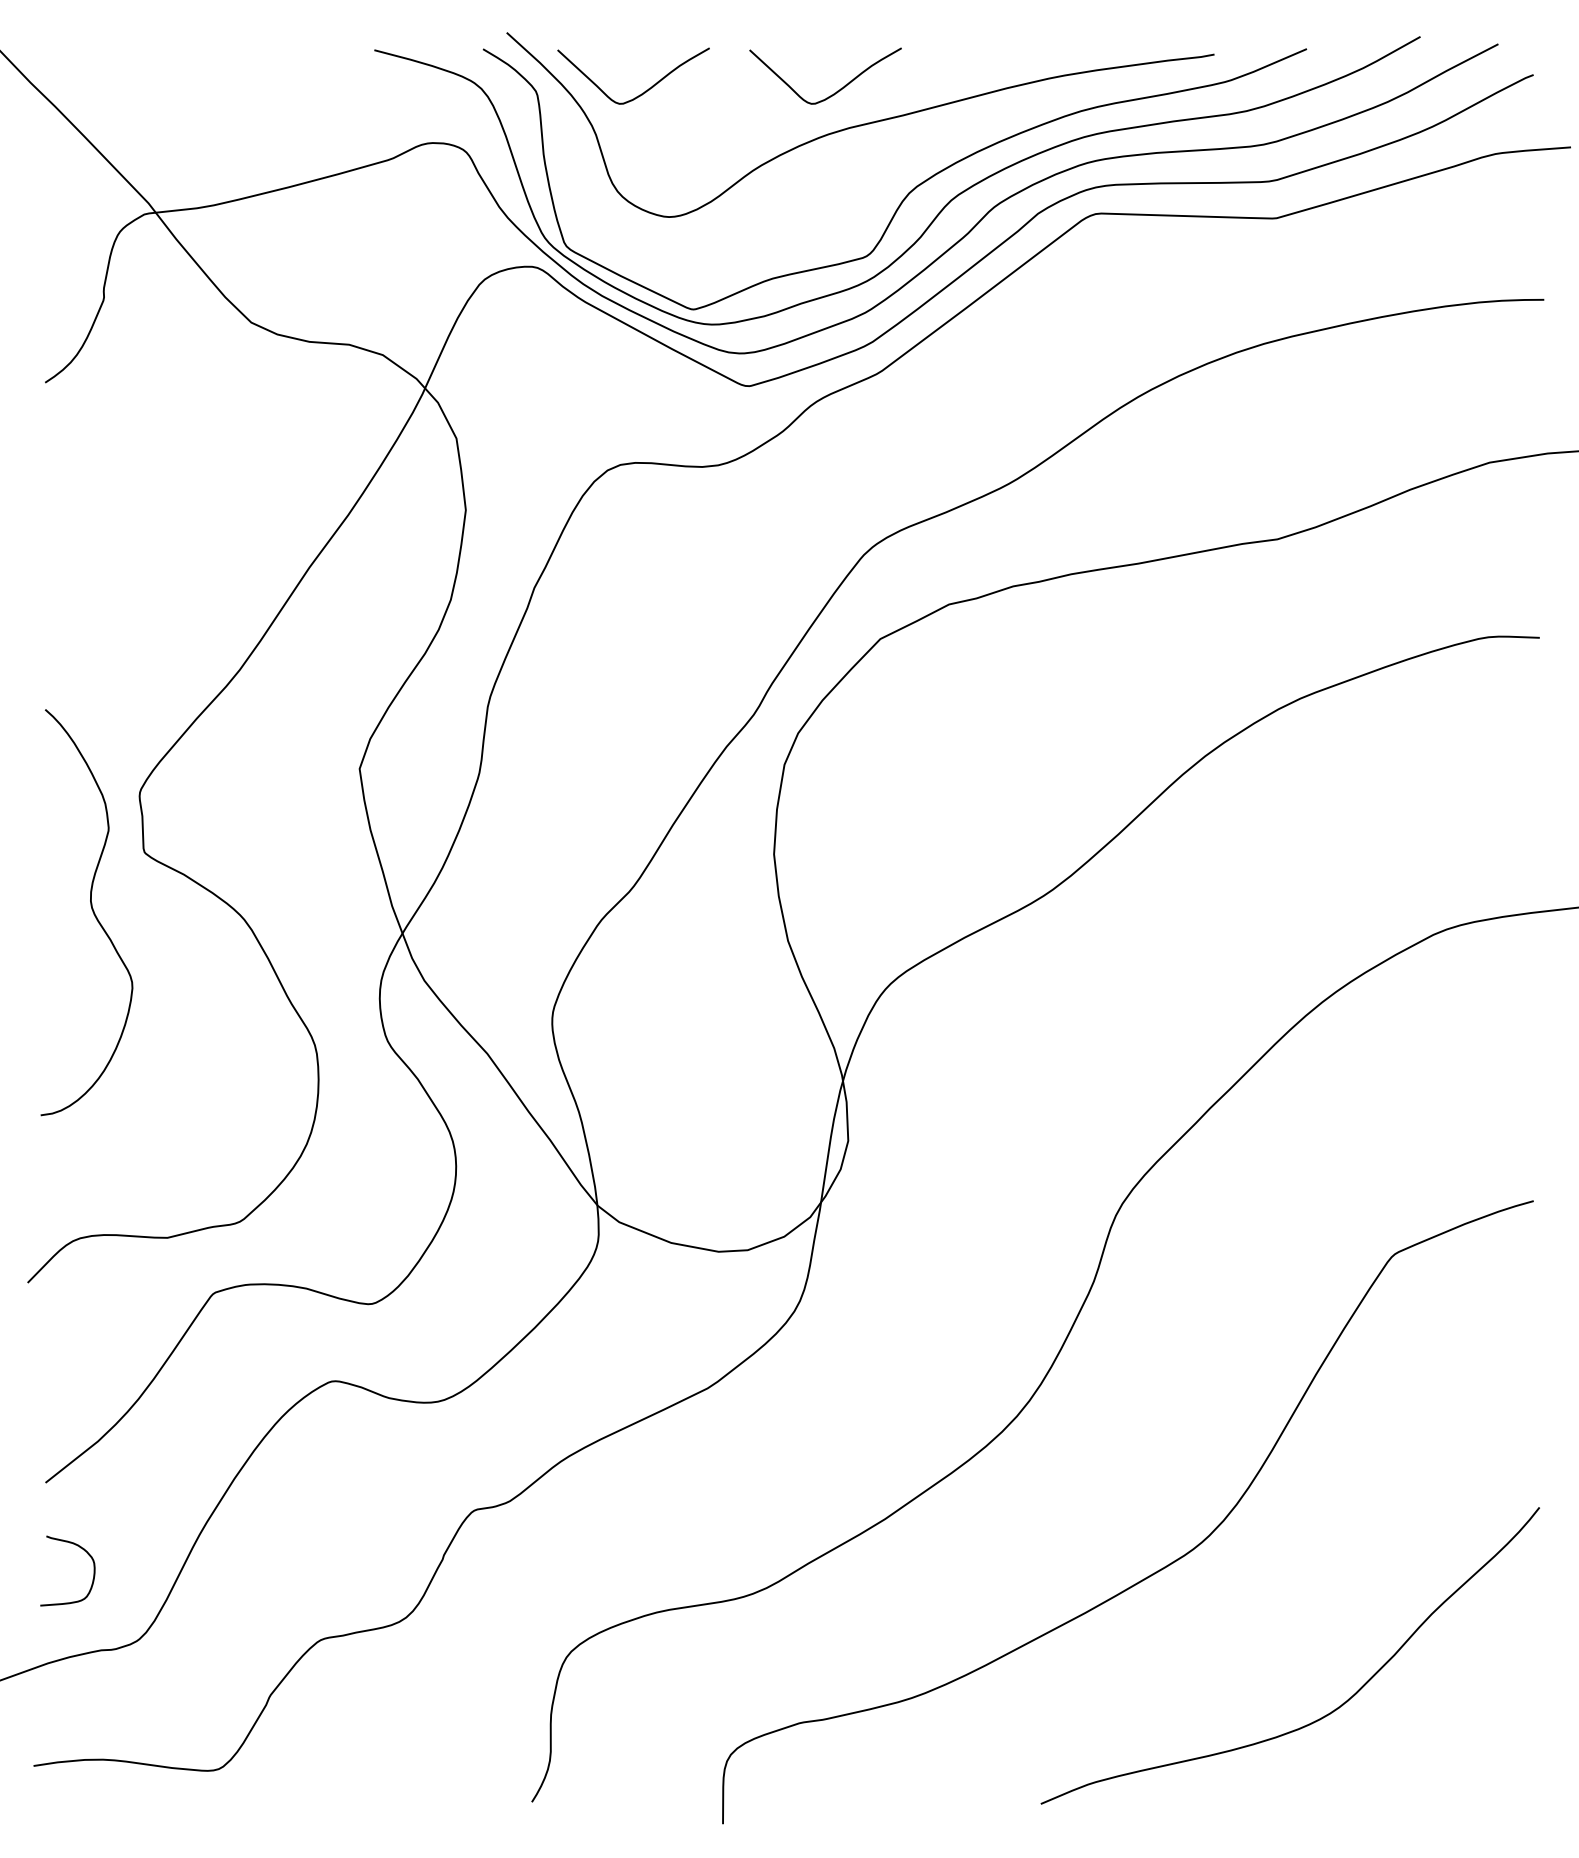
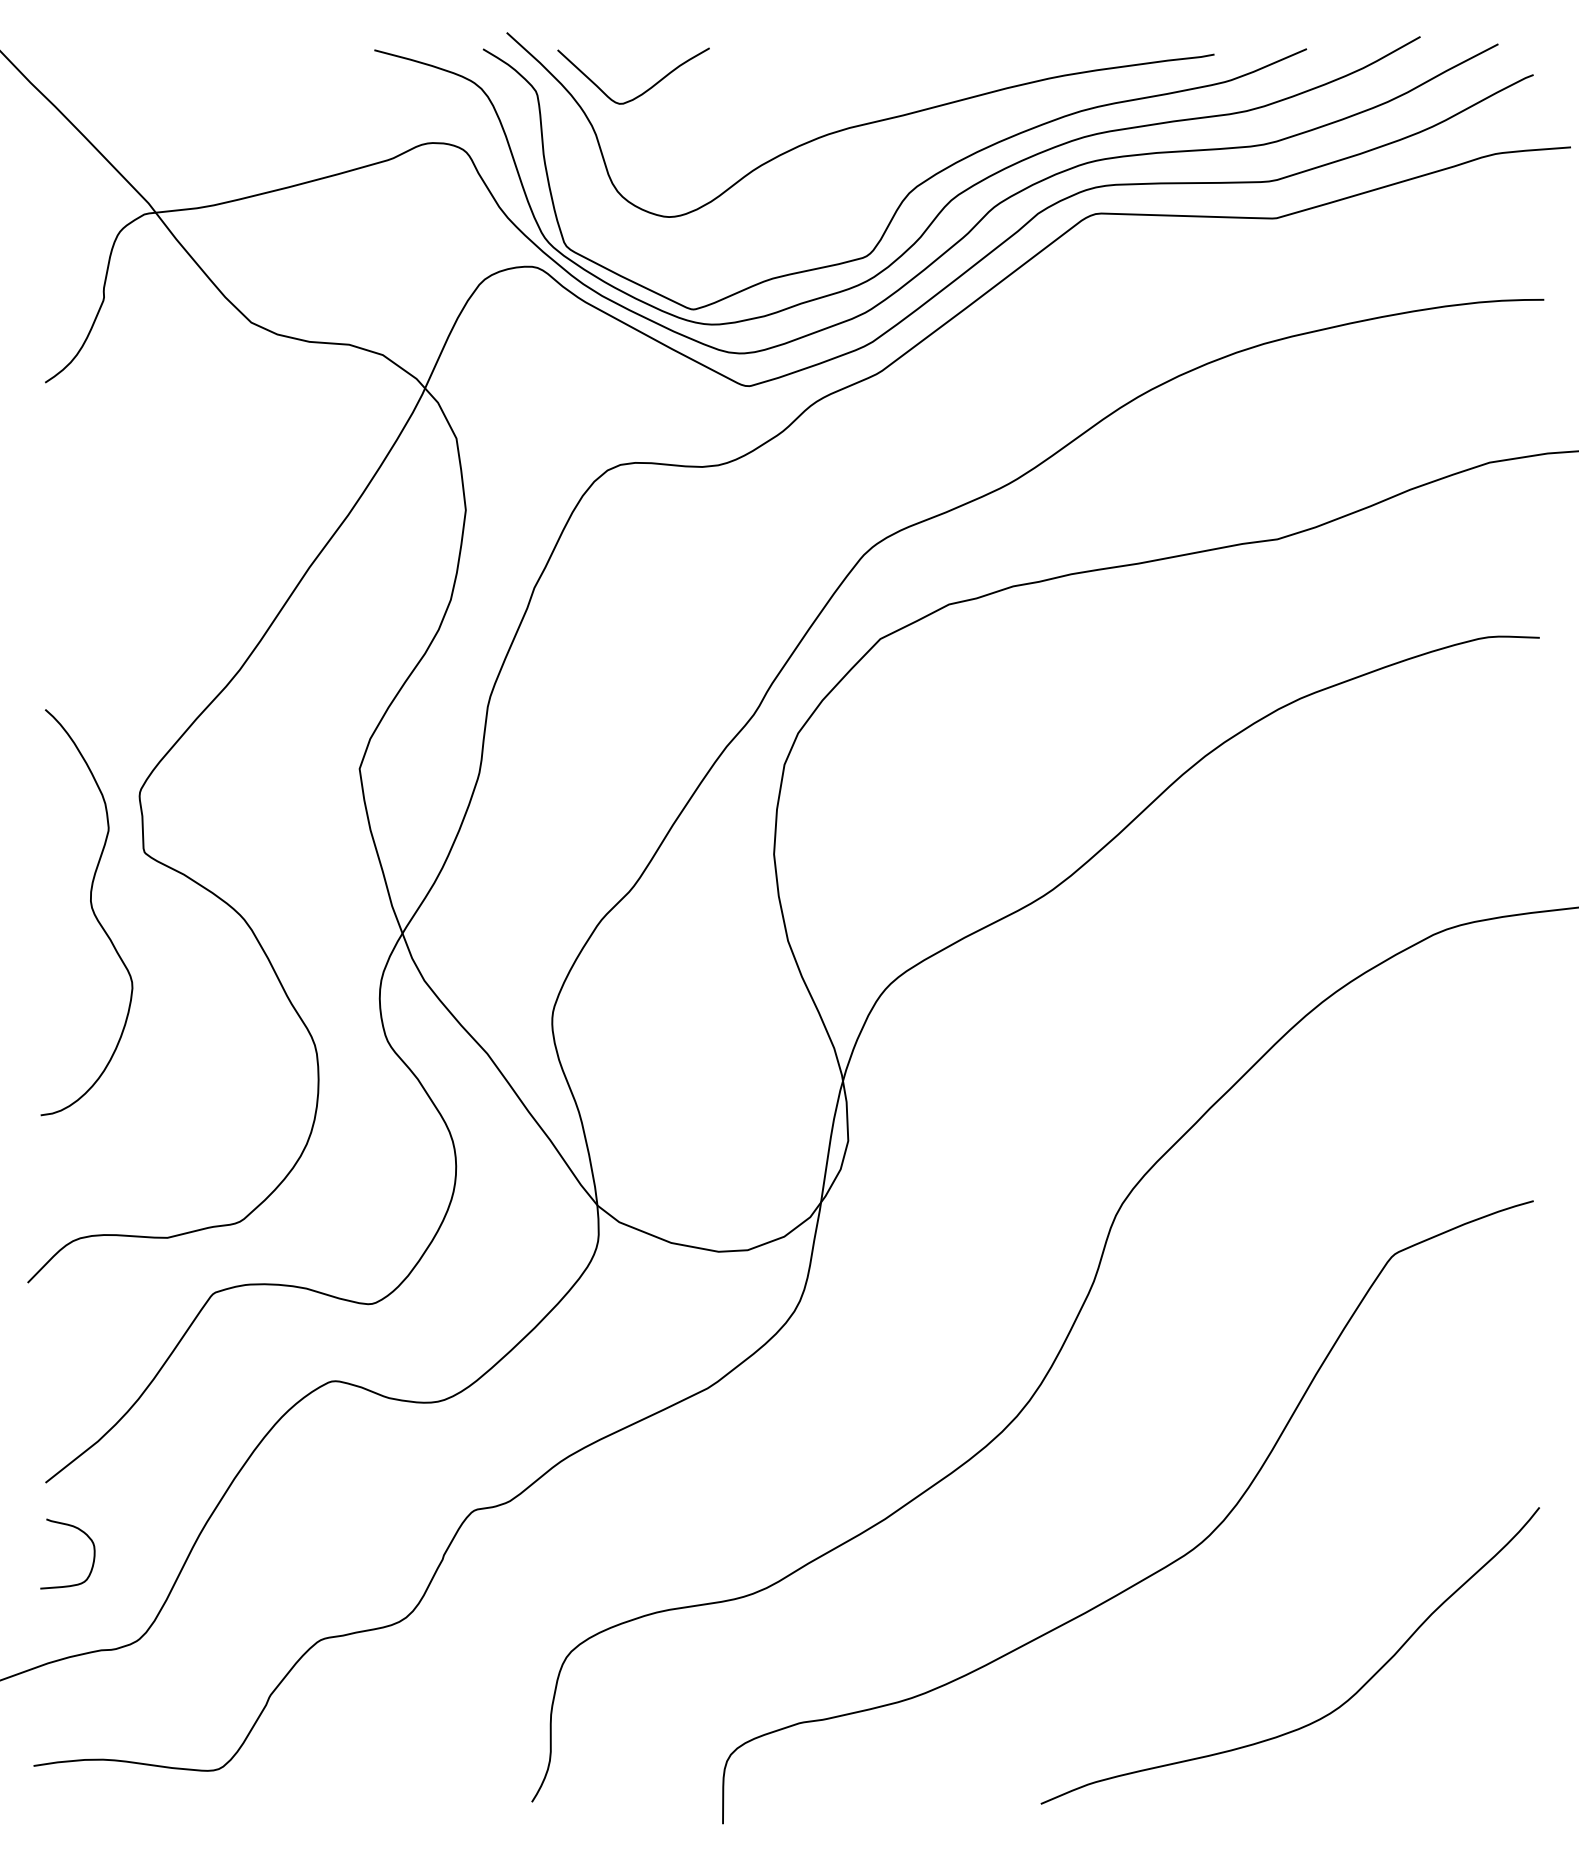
curve at (837, 90): present -> none
curve at (84, 1551) position: (84, 1551) -> (84, 1534)
